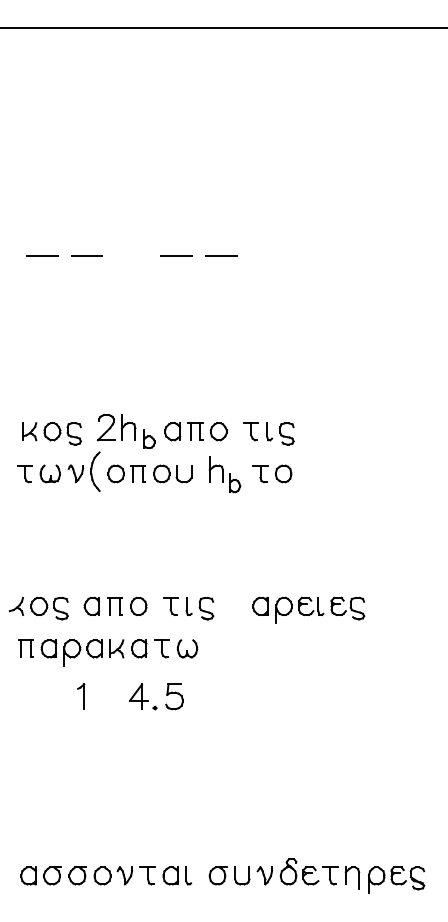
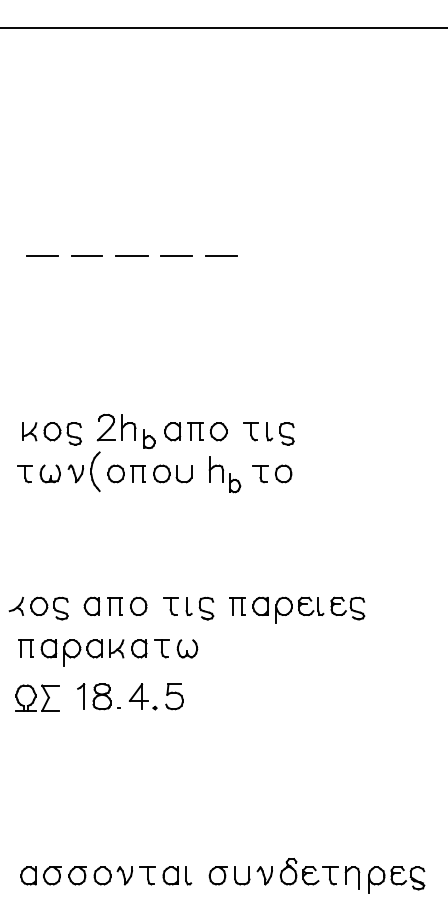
line at (131, 255): none -> present
part at (237, 606): none -> present
part at (106, 696): none -> present
part at (37, 697): none -> present
